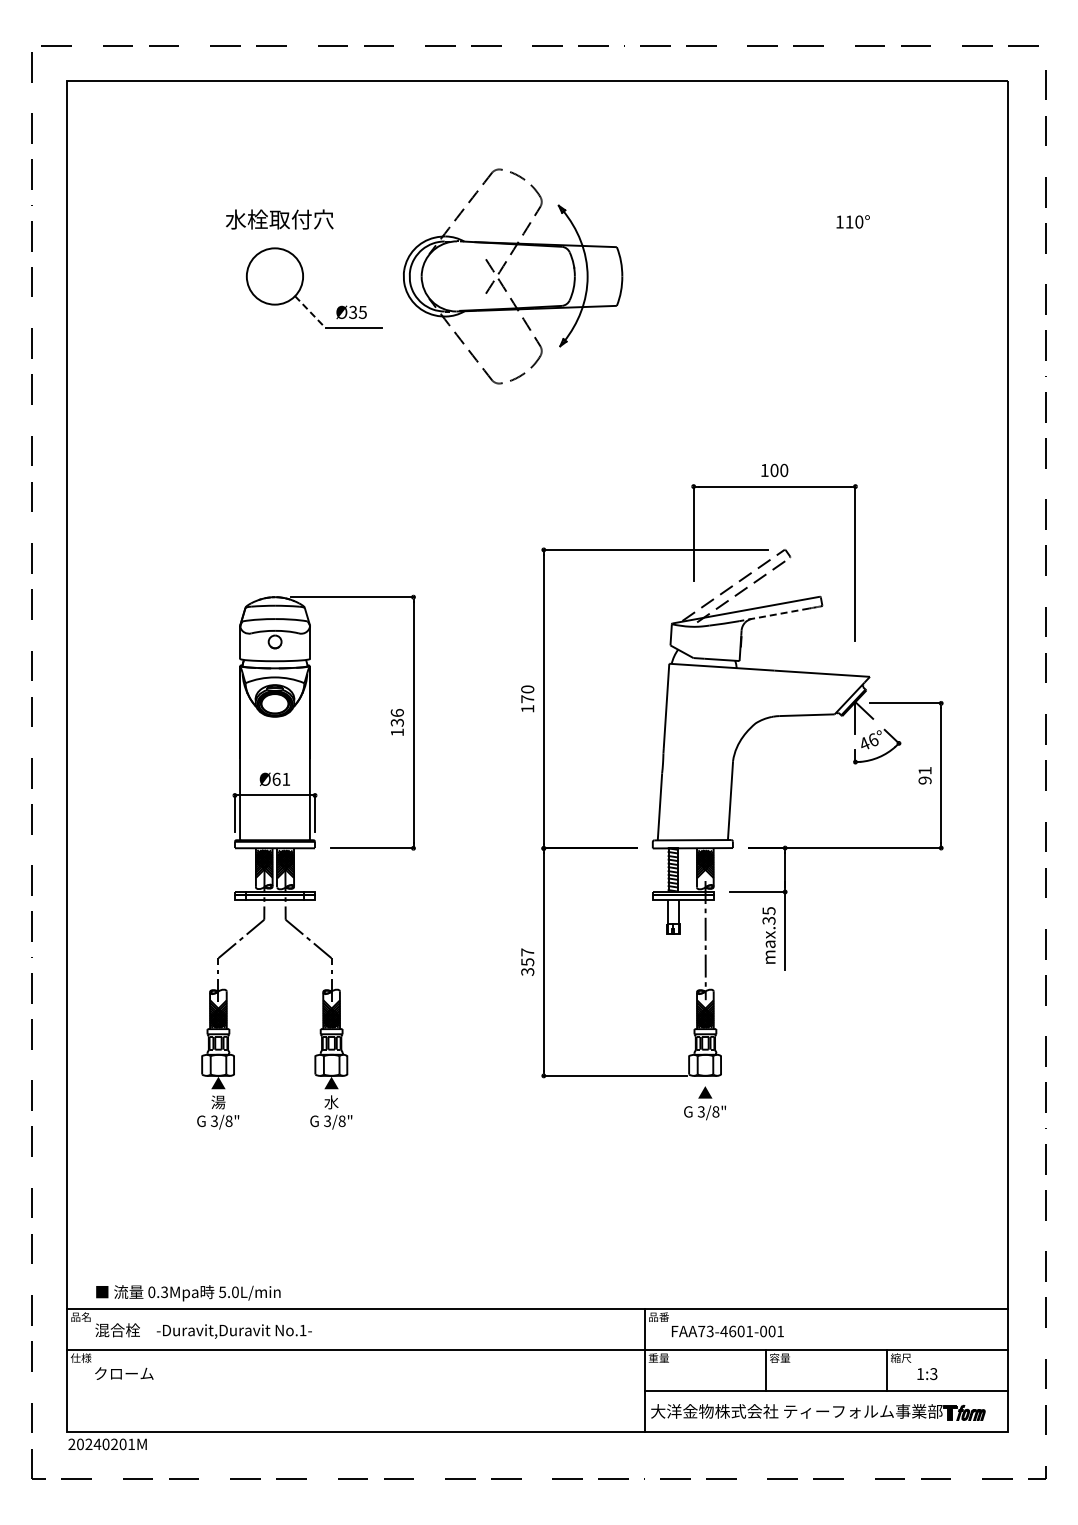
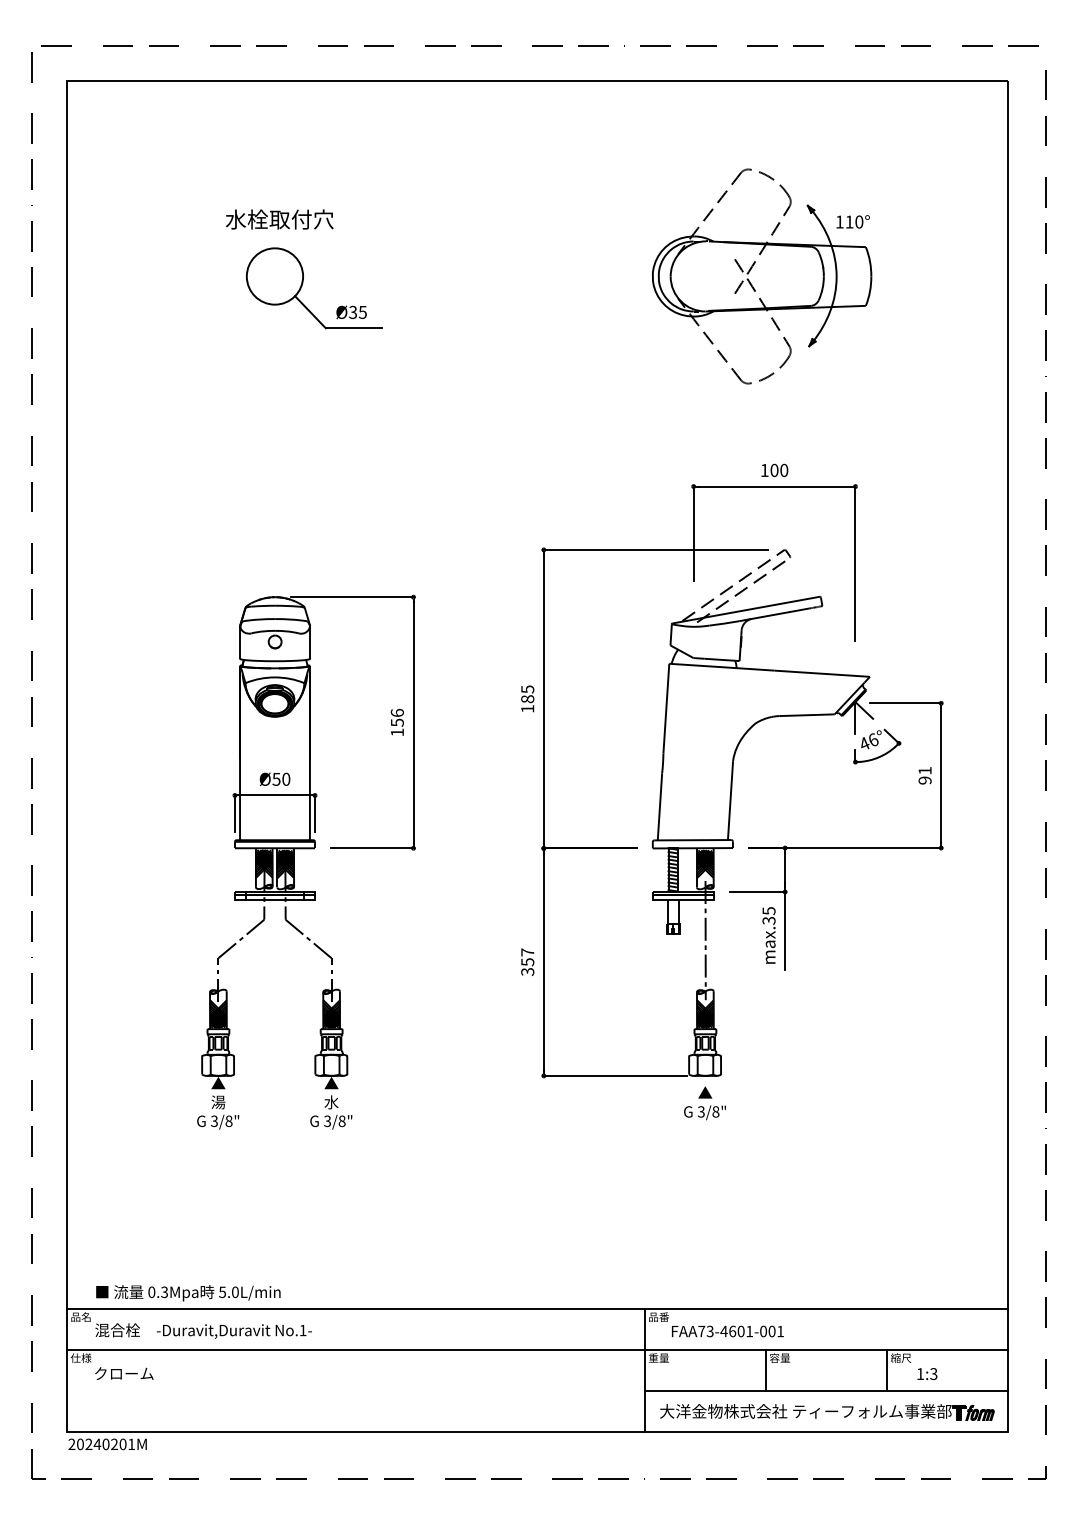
part at (513, 276) position: (513, 276) -> (762, 276)
line at (310, 312): dashed -> solid
line at (774, 614): dashed -> solid
text at (527, 694): 170 -> 185
text at (396, 722): 136 -> 156
text at (281, 778): Ø61 -> Ø50
part at (818, 1412) position: (818, 1412) -> (827, 1412)
